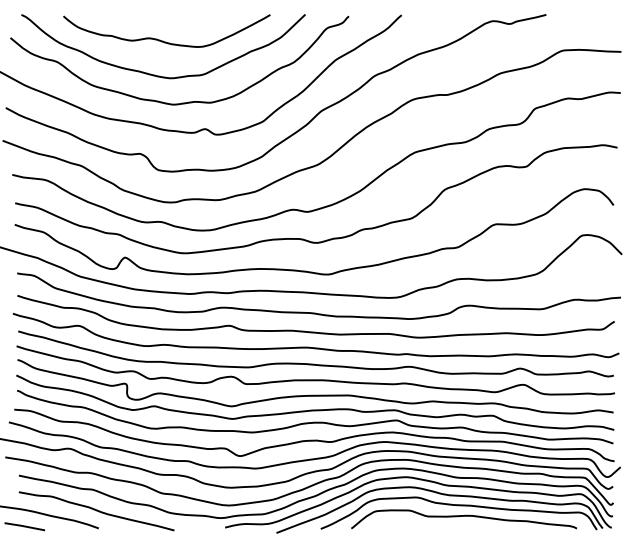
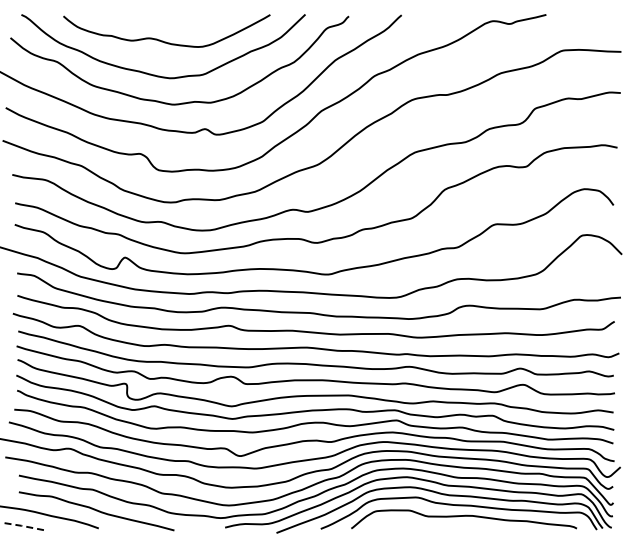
line at (24, 526): solid -> dashed
